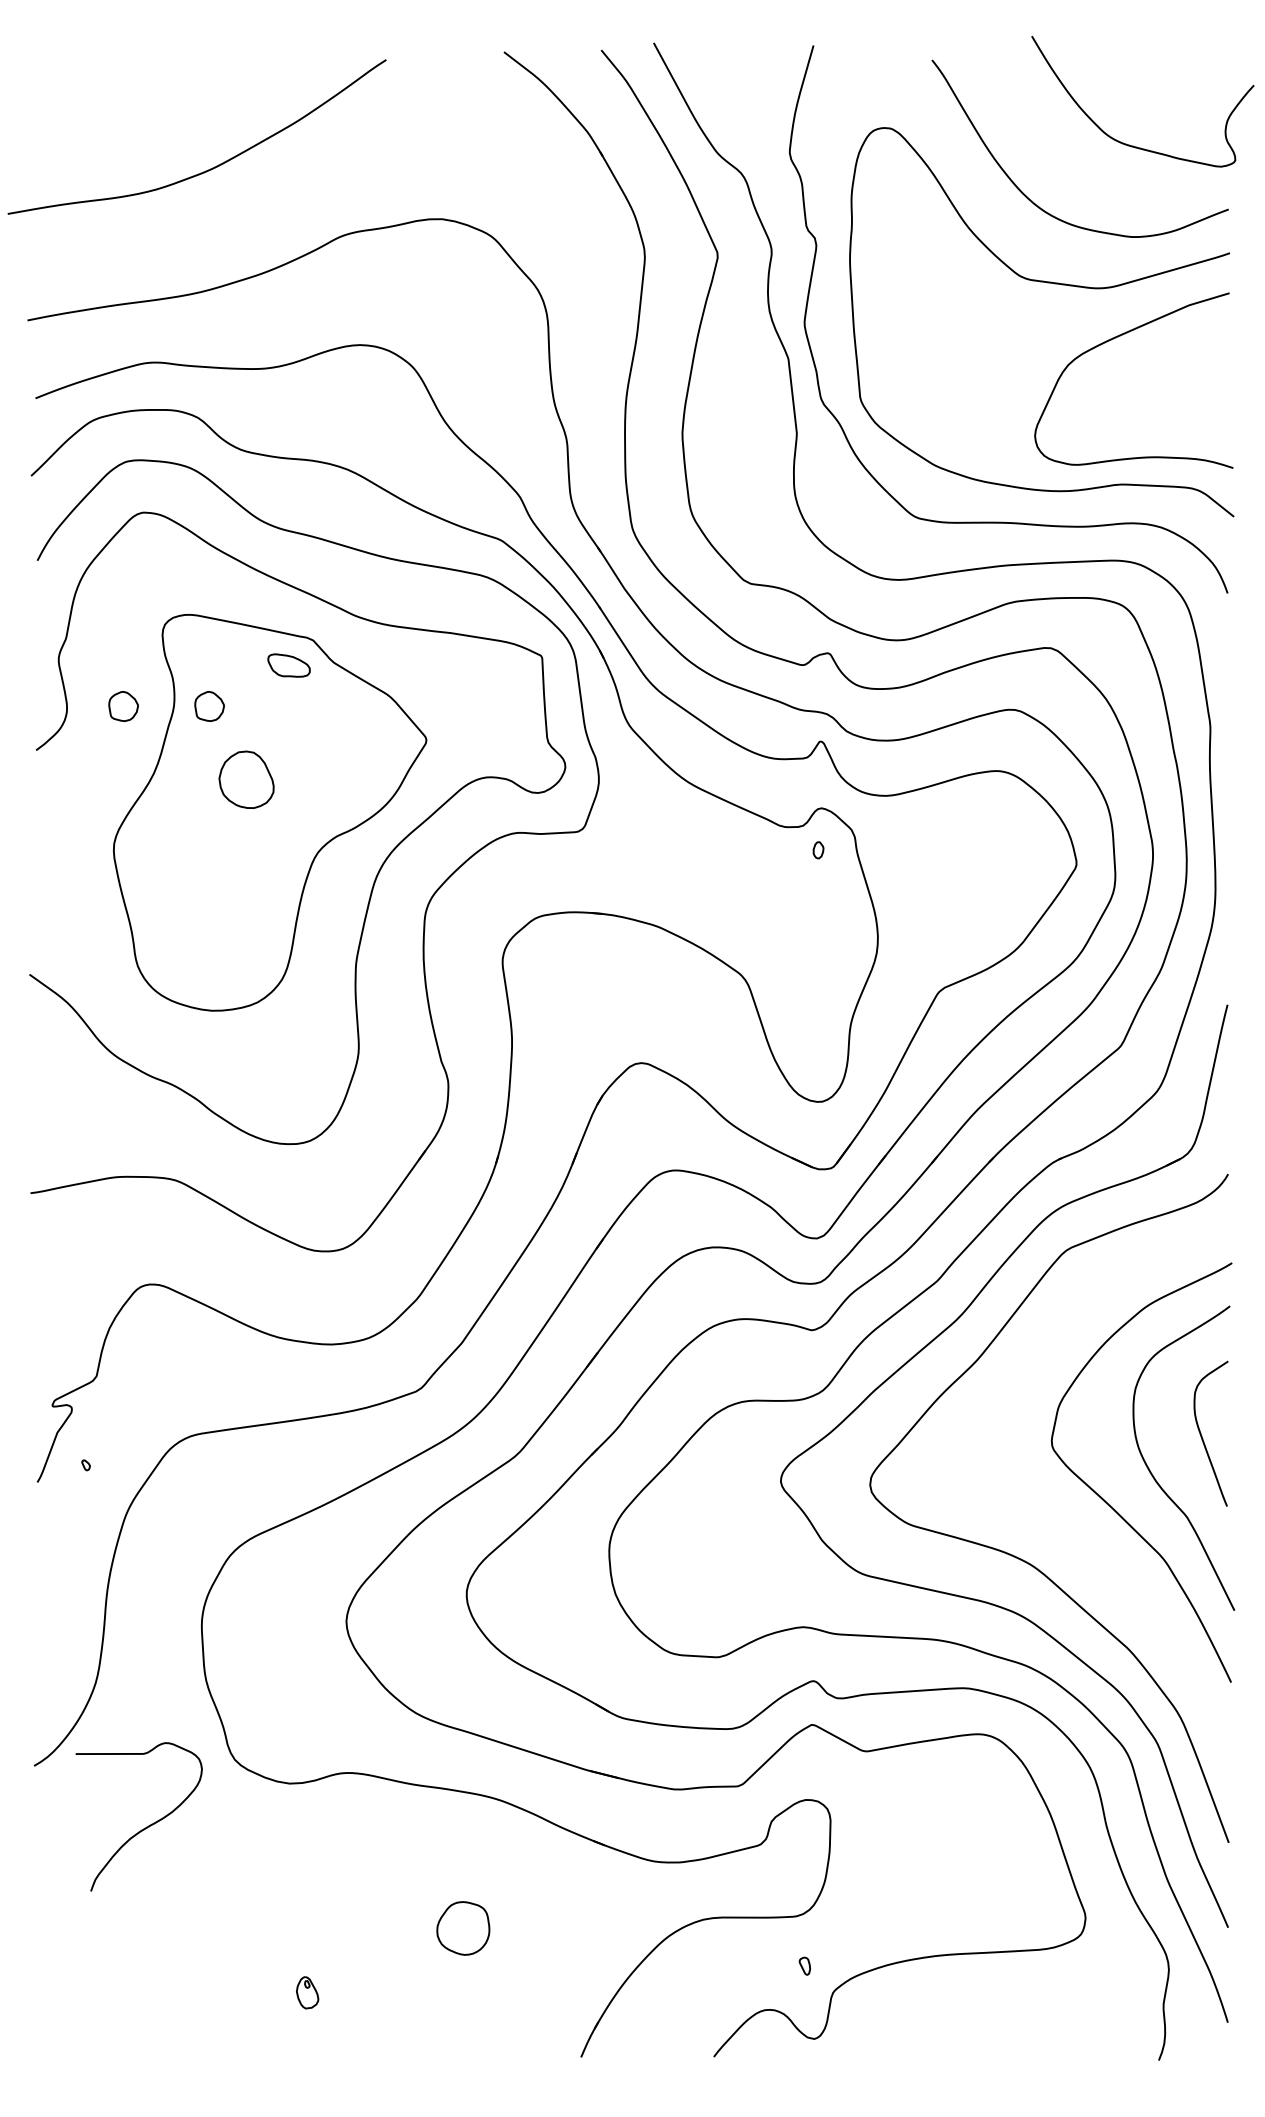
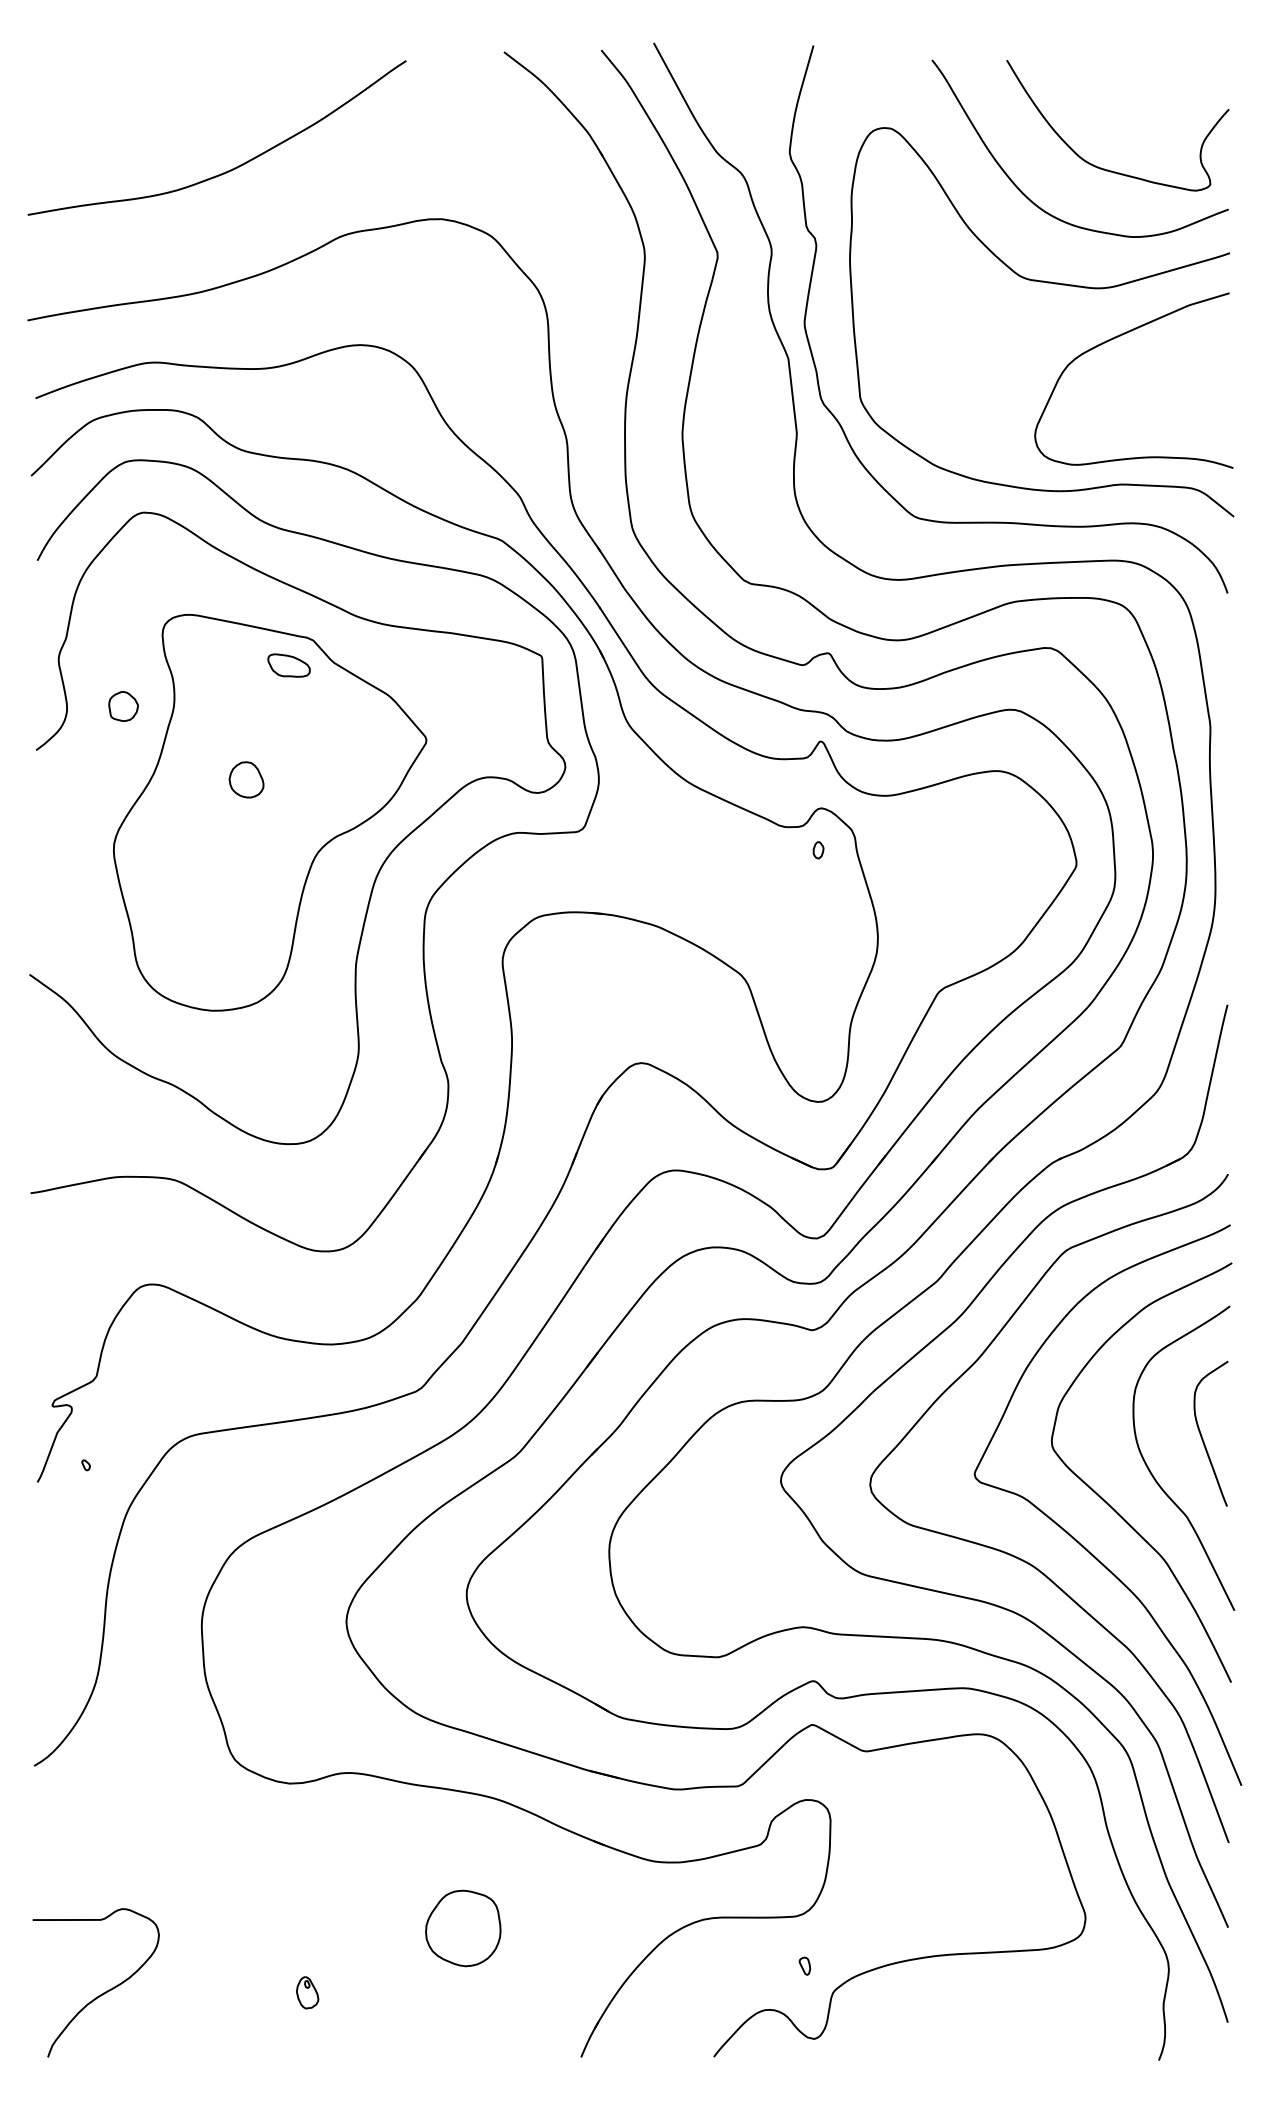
curve at (1133, 145) position: (1133, 145) -> (1108, 169)
curve at (212, 167) position: (212, 167) -> (232, 168)
part at (209, 706): present -> none
part at (246, 779) size: 57x59 px -> 37x38 px
curve at (1074, 1537): none -> present
curve at (146, 1826) position: (146, 1826) -> (103, 1992)
part at (463, 1928) size: 55x55 px -> 77x79 px
